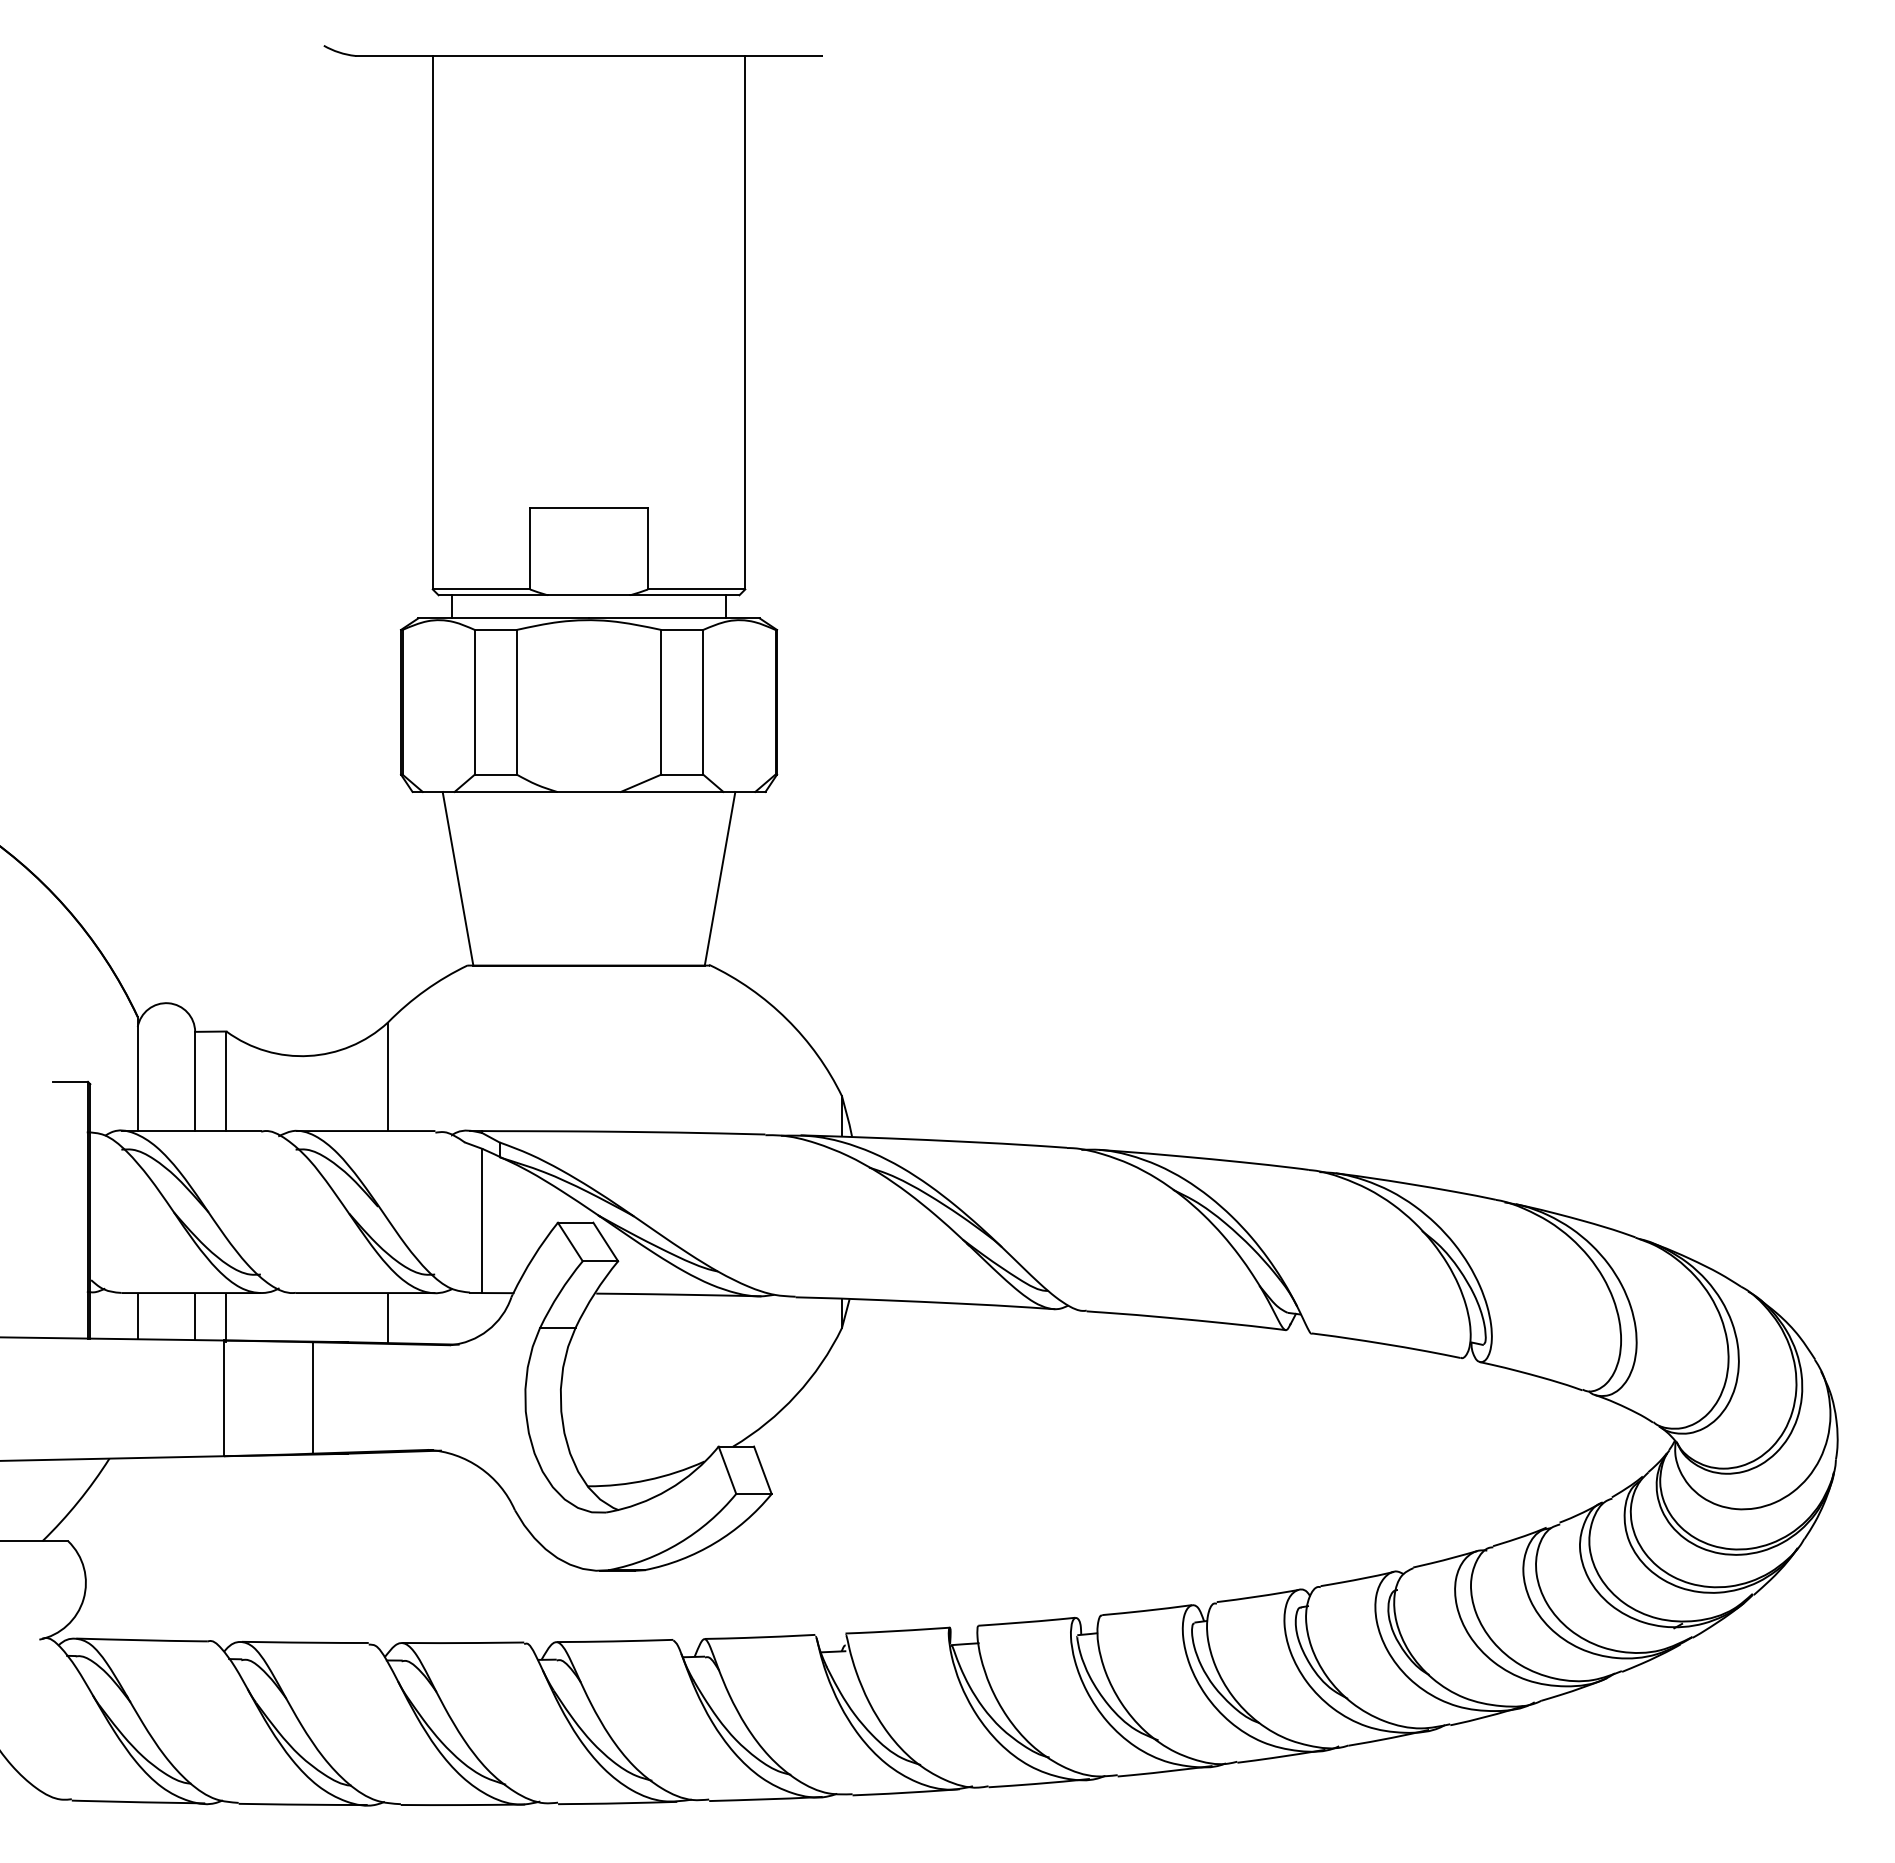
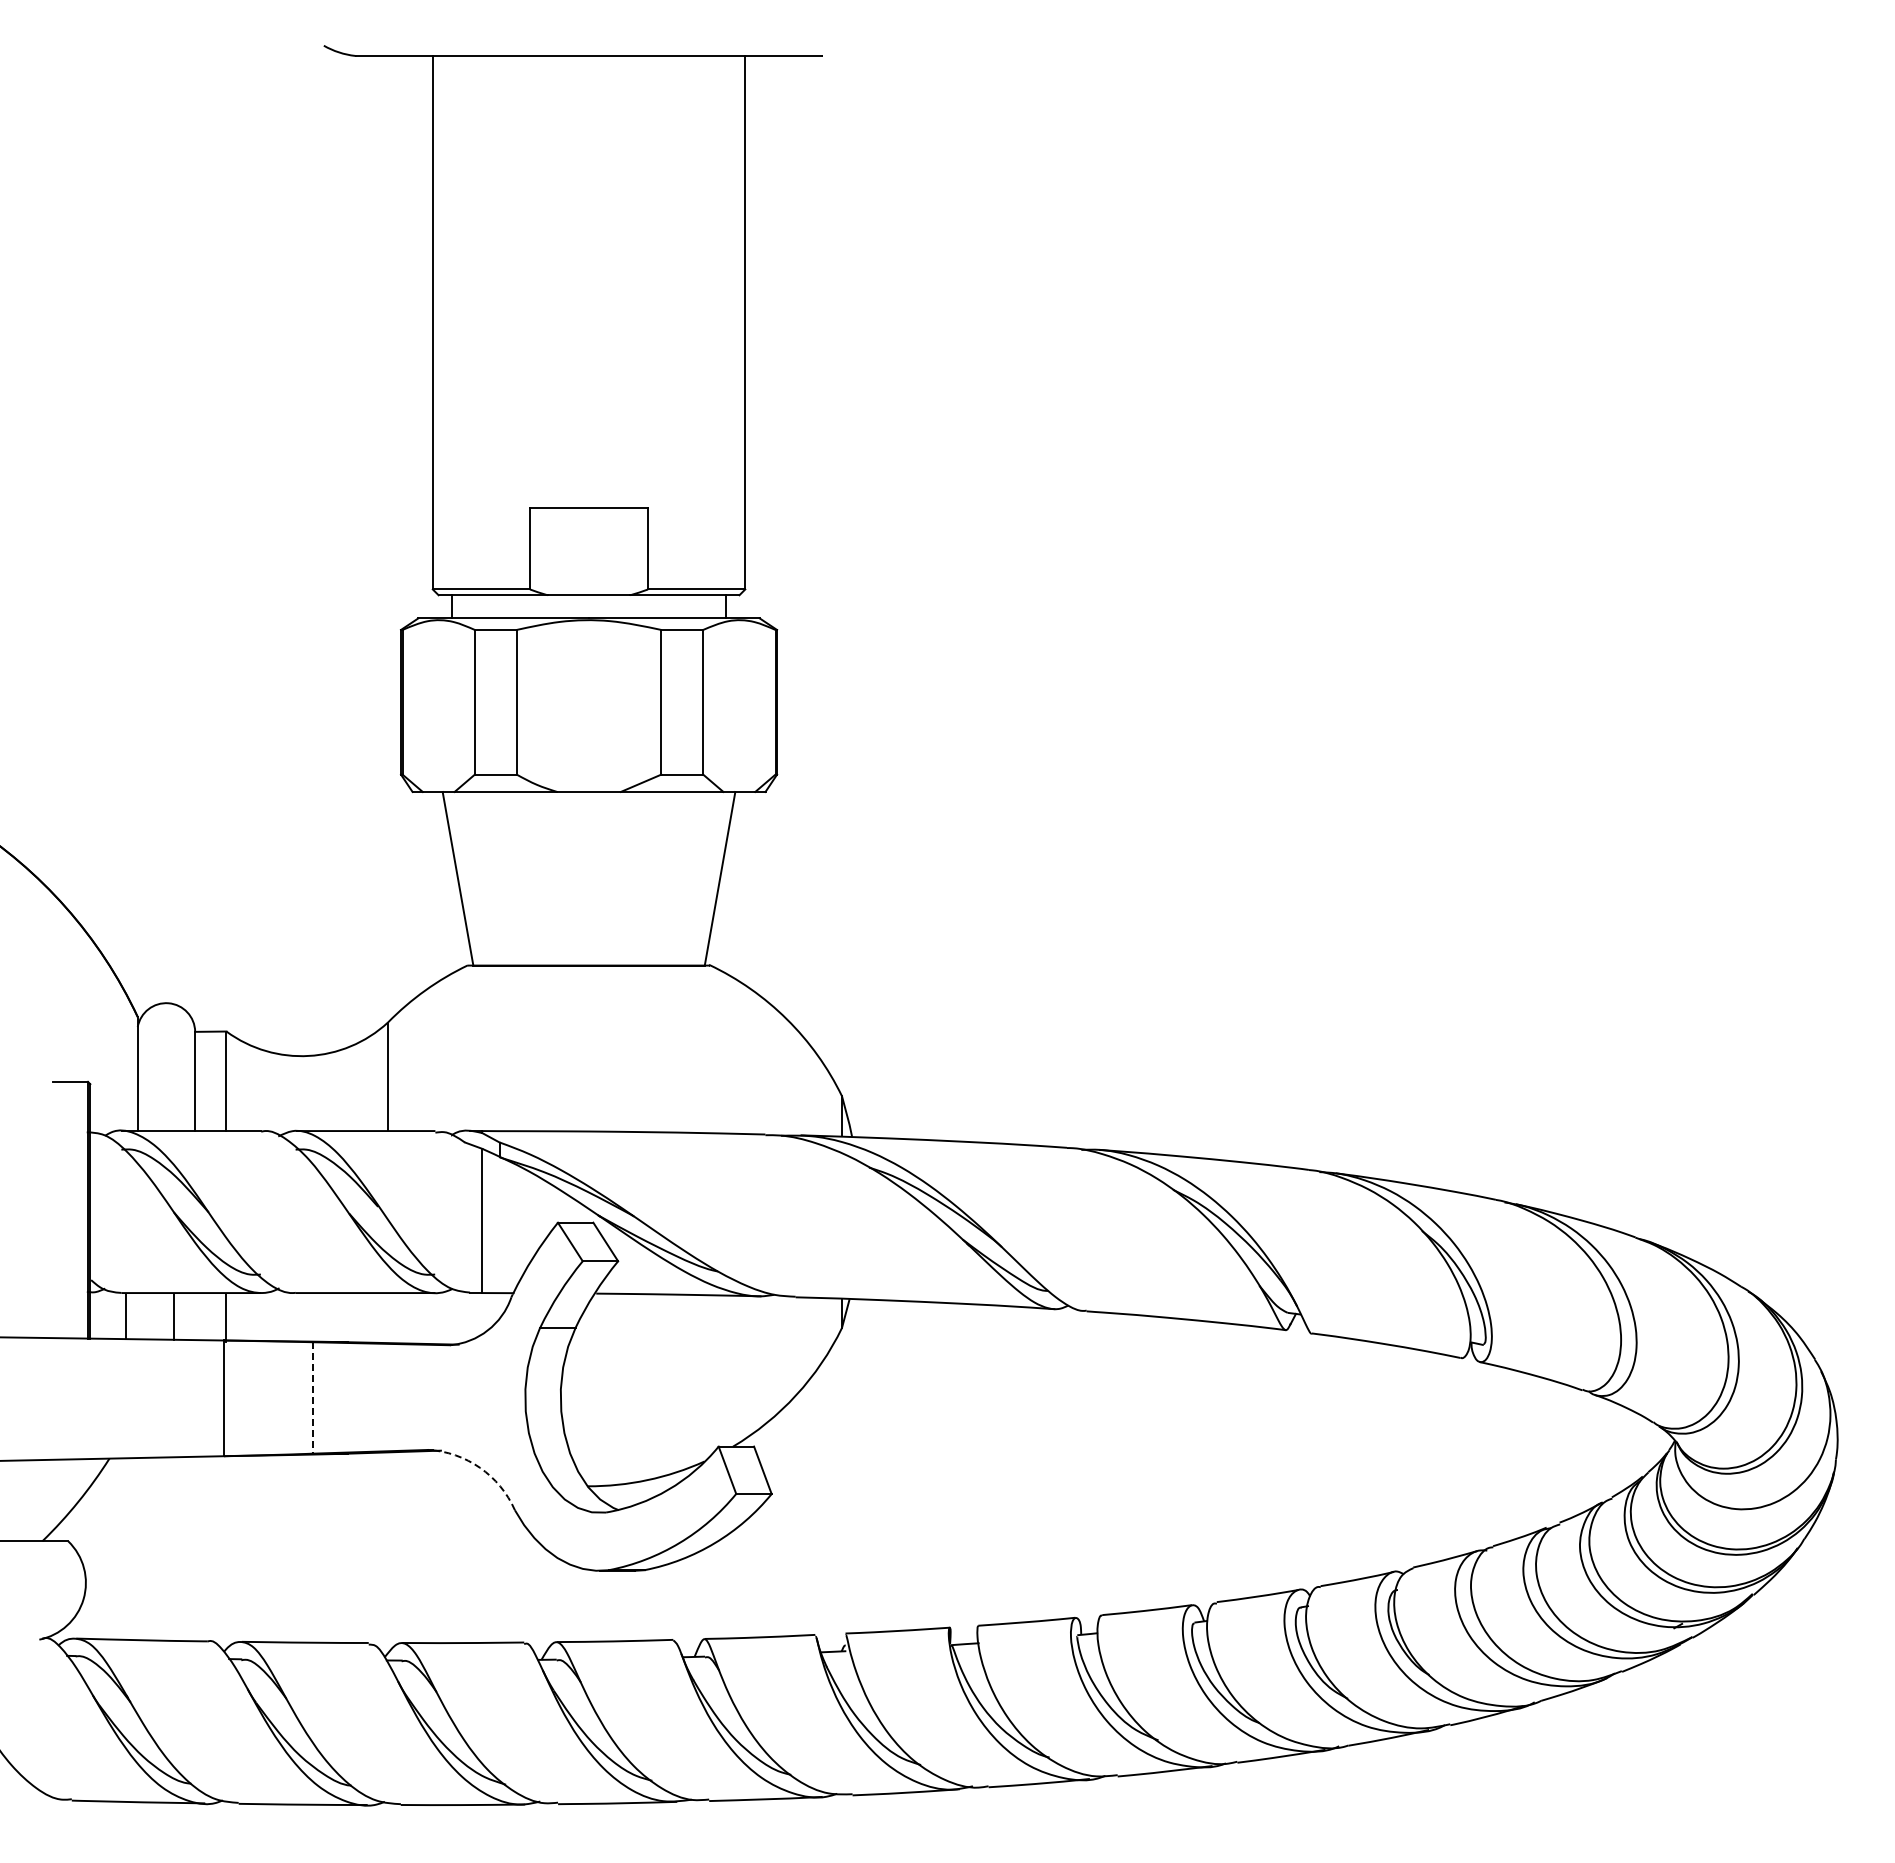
line at (137, 1316) position: (137, 1316) -> (125, 1316)
line at (195, 1316) position: (195, 1316) -> (174, 1316)
line at (387, 1318): present -> none
line at (312, 1397): solid -> dashed
arc at (480, 1467): solid -> dashed
